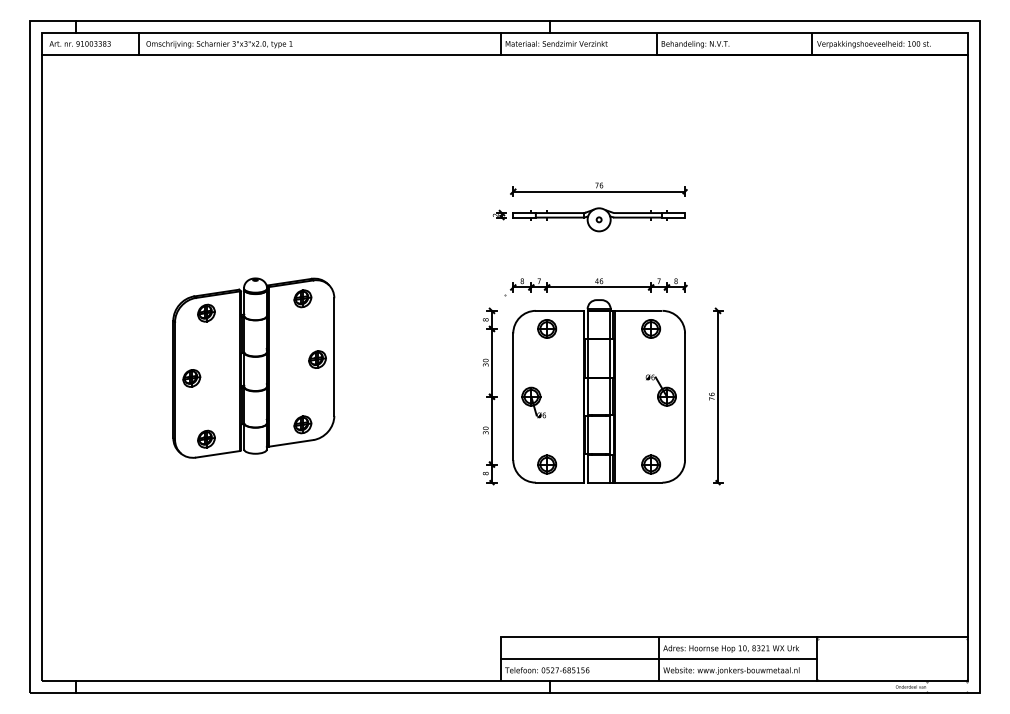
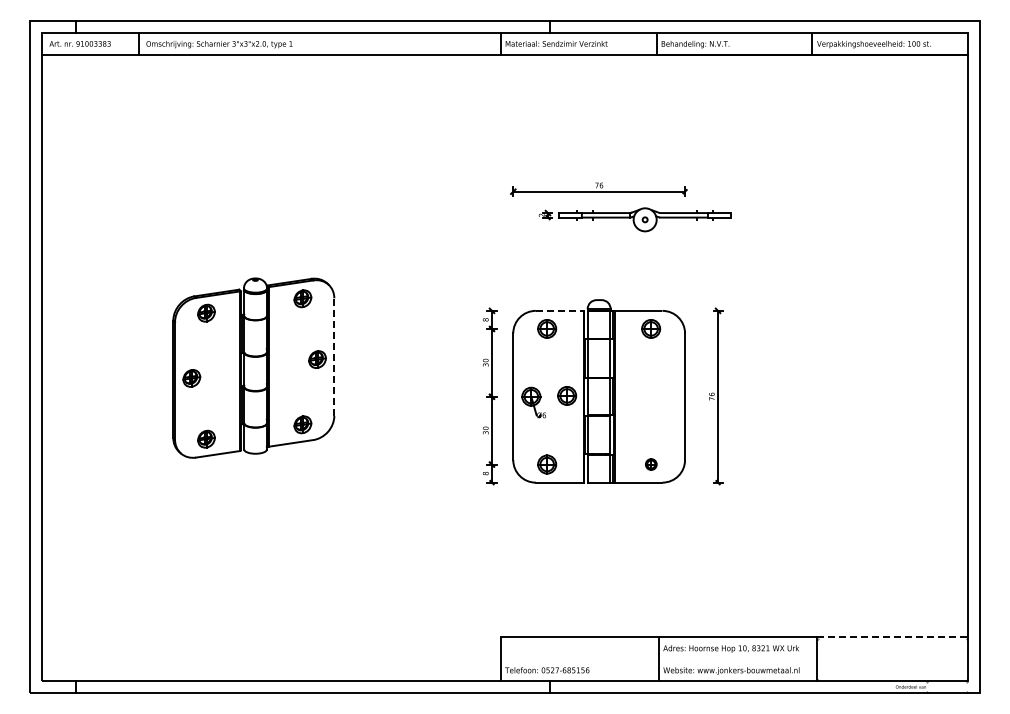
part at (588, 219) position: (588, 219) -> (634, 219)
part at (595, 287): present -> none
line at (559, 310): solid -> dashed
line at (334, 357): solid -> dashed
part at (660, 390): present -> none
part at (567, 395): none -> present
part at (651, 464) size: 21x21 px -> 13x13 px
line at (892, 637): solid -> dashed
line at (658, 659): present -> none
